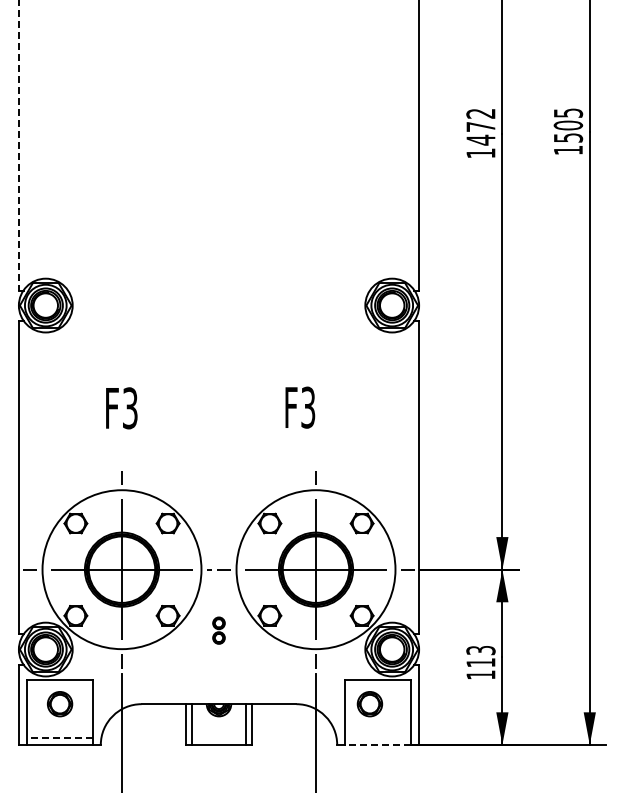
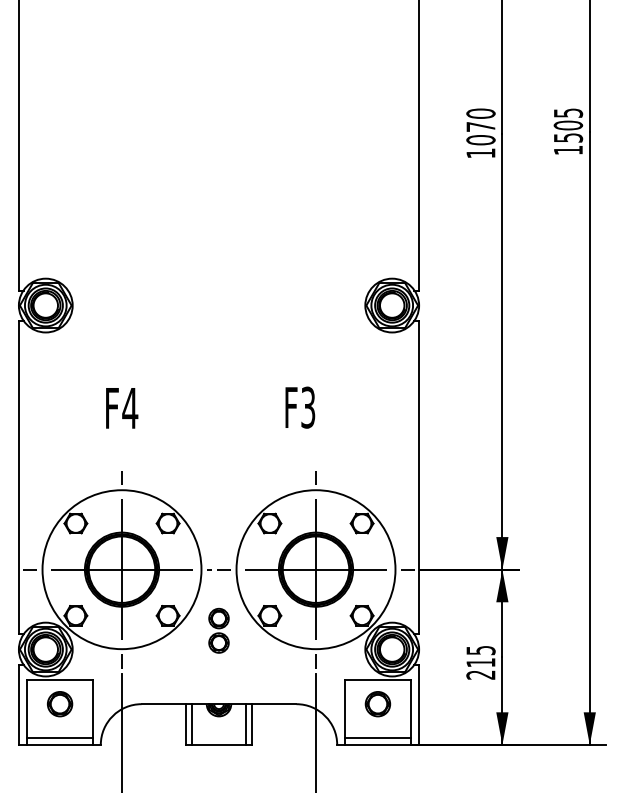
text at (480, 126): 1472 -> 1070
line at (19, 145): dashed -> solid
text at (130, 408): F3 -> F4
part at (218, 630) size: 14x29 px -> 22x47 px
text at (480, 662): 113 -> 215
part at (369, 704) position: (369, 704) -> (377, 704)
line at (60, 738): dashed -> solid
line at (377, 738): none -> present
line at (377, 744): dashed -> solid
